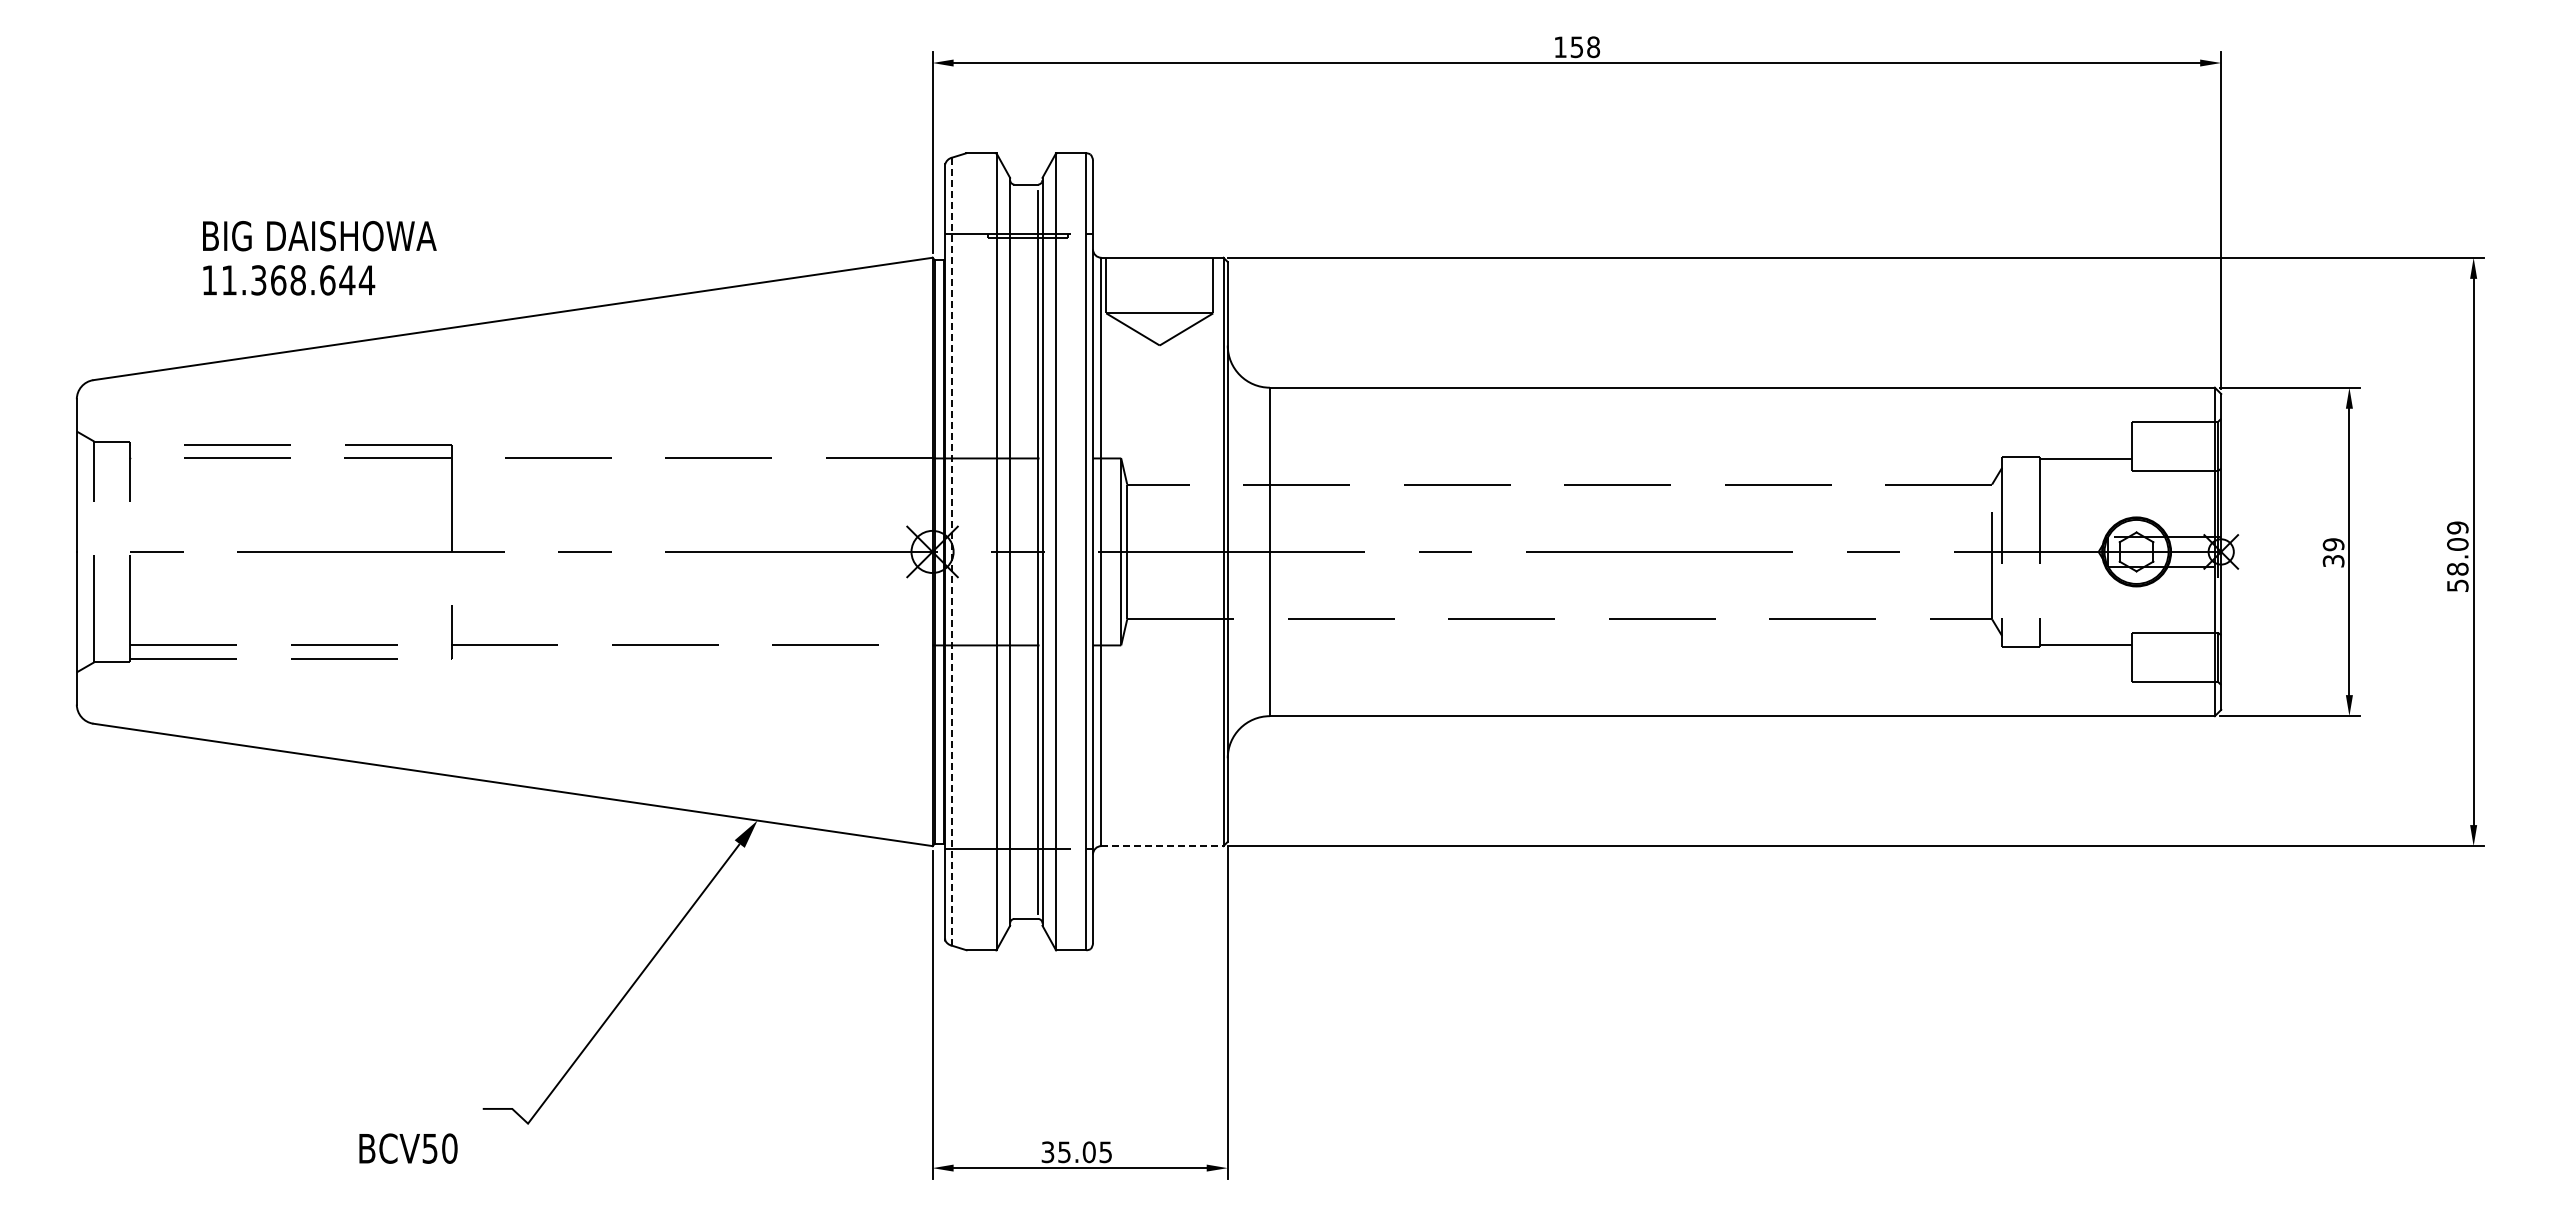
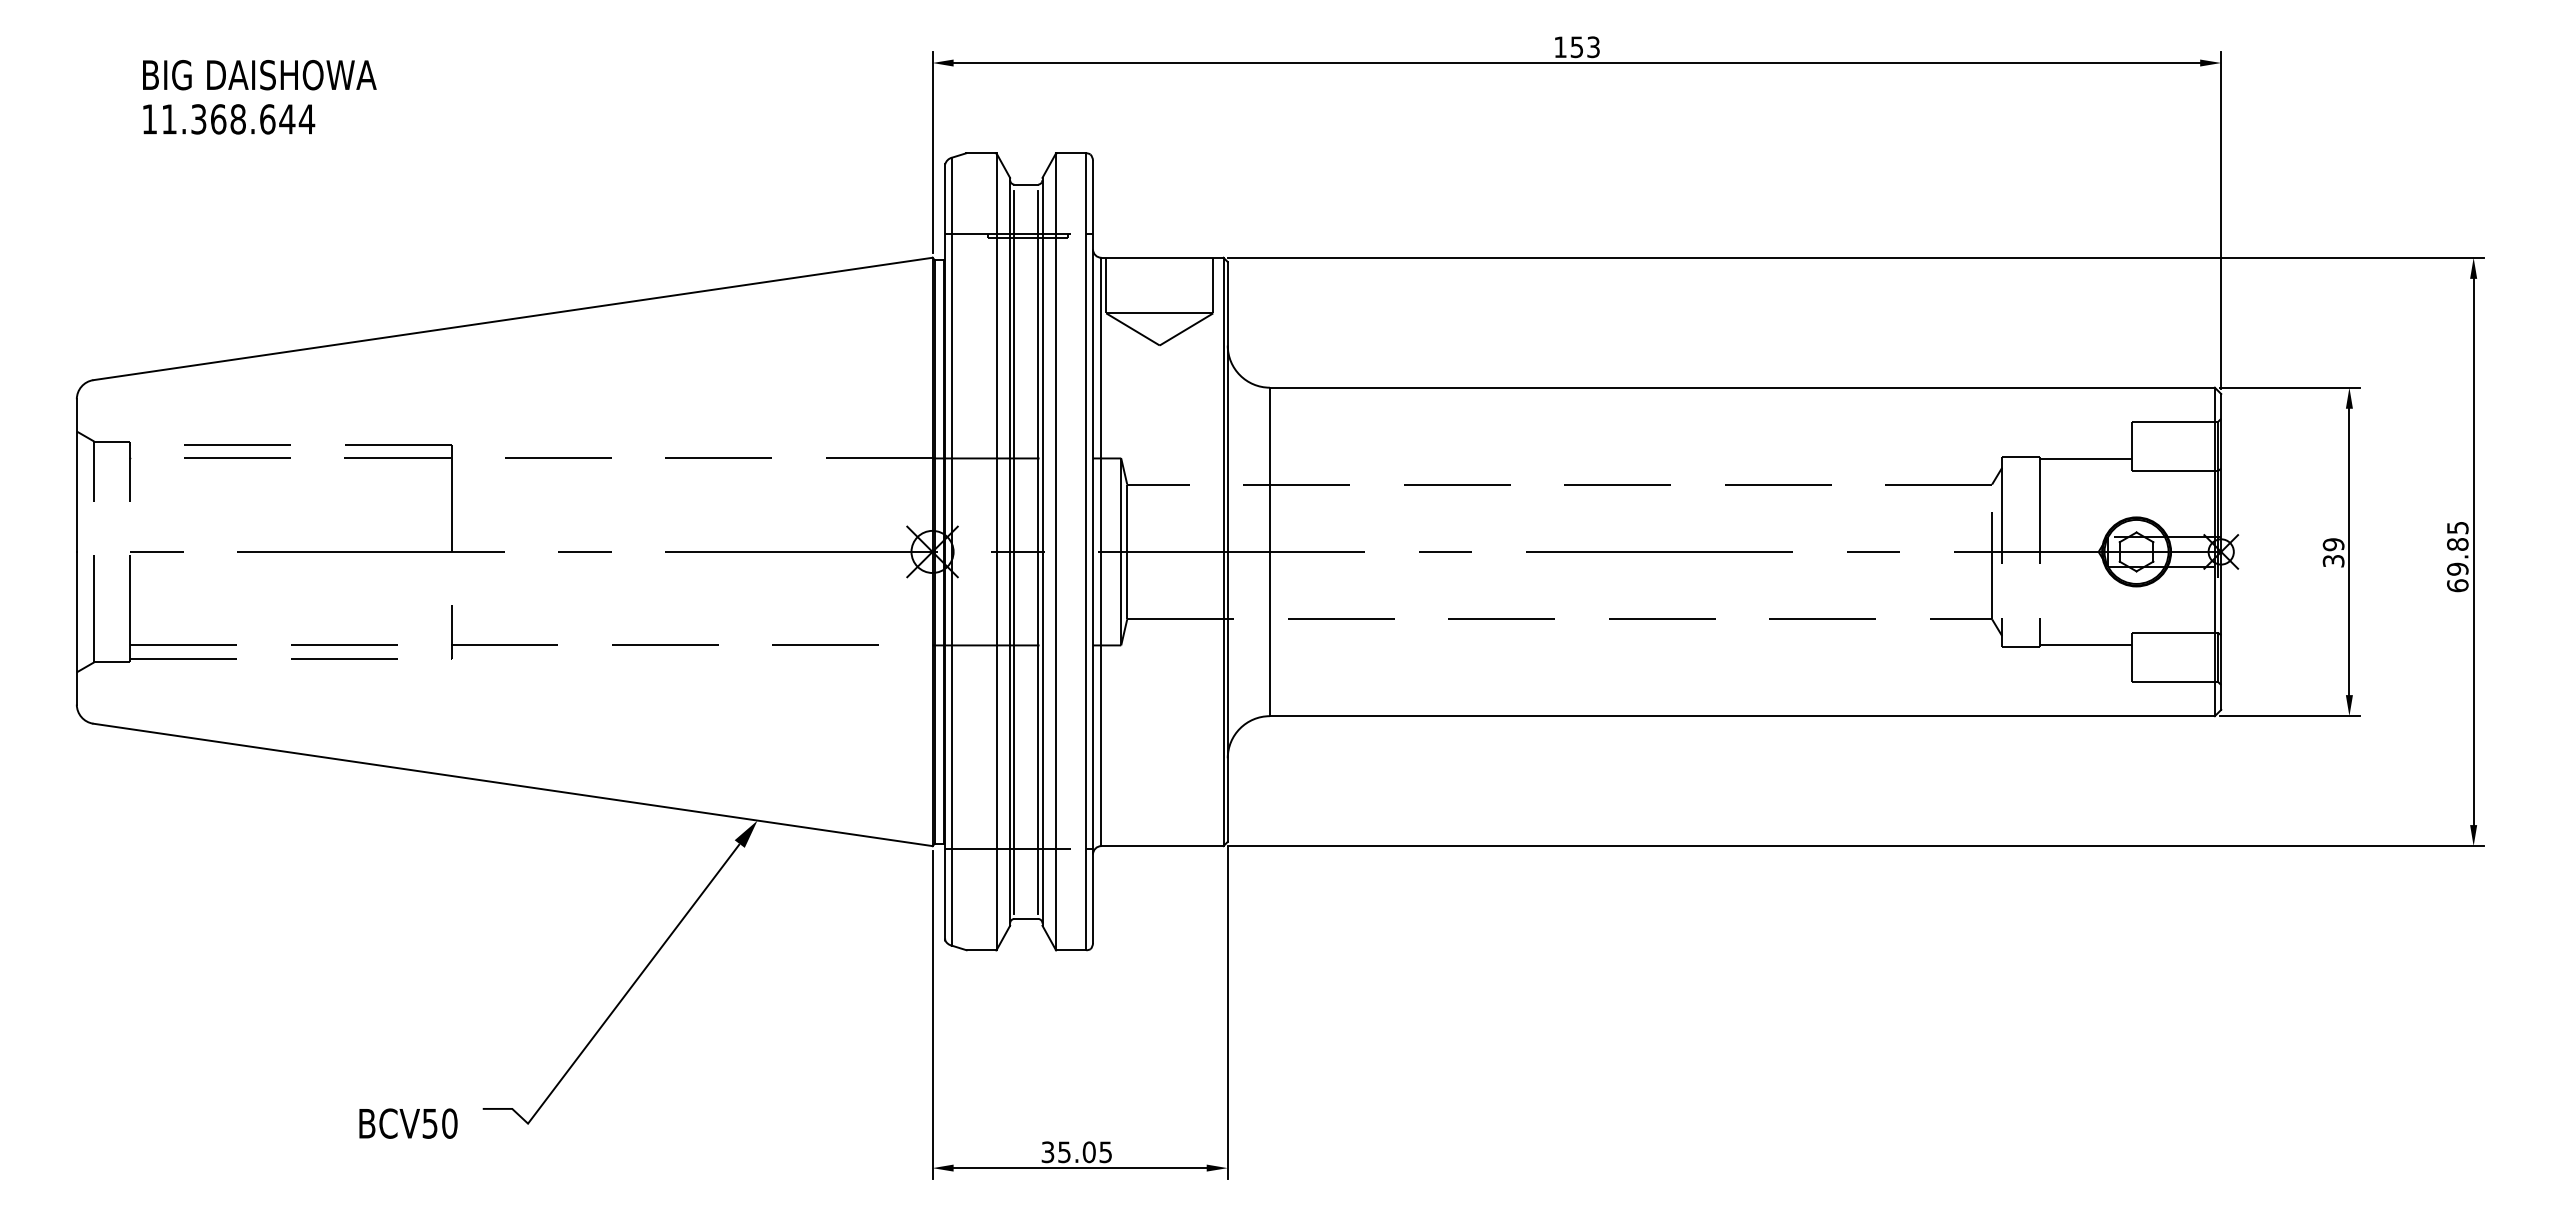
text at (1593, 47): 158 -> 153
text at (319, 258) position: (319, 258) -> (259, 97)
line at (951, 551): dashed -> solid
line at (1014, 552): none -> present
text at (2457, 556): 58.09 -> 69.85
line at (1162, 846): dashed -> solid
text at (408, 1148) position: (408, 1148) -> (408, 1123)
